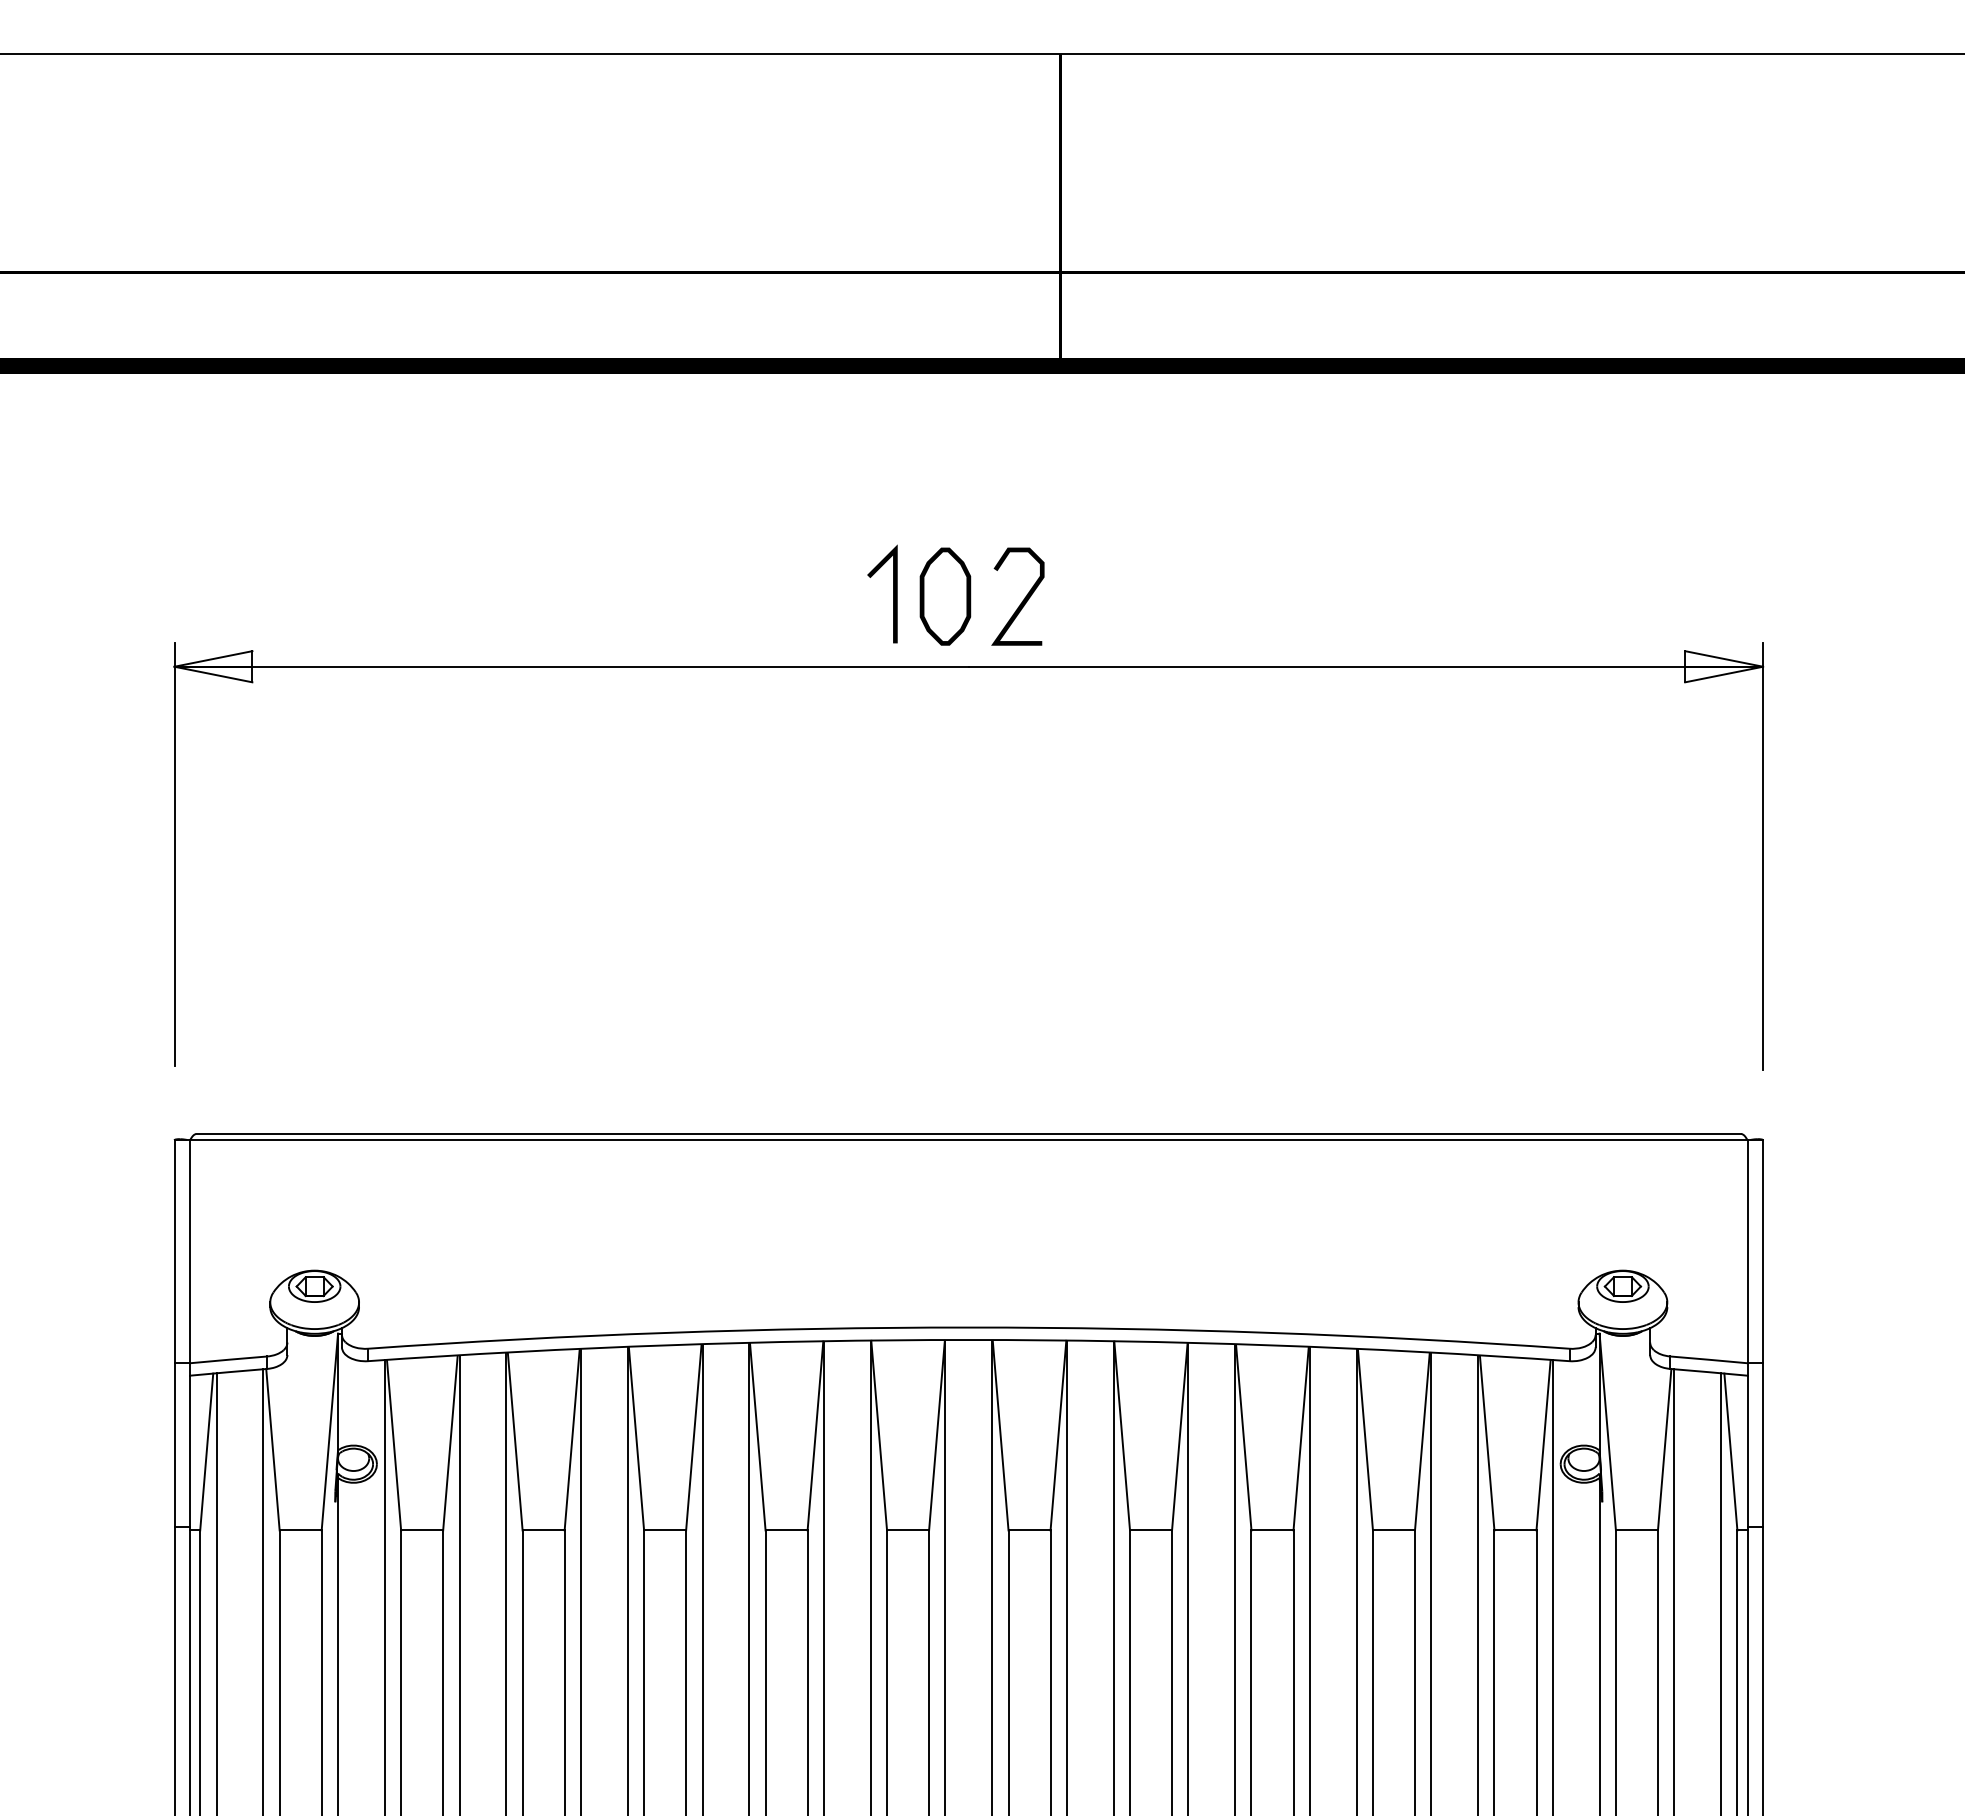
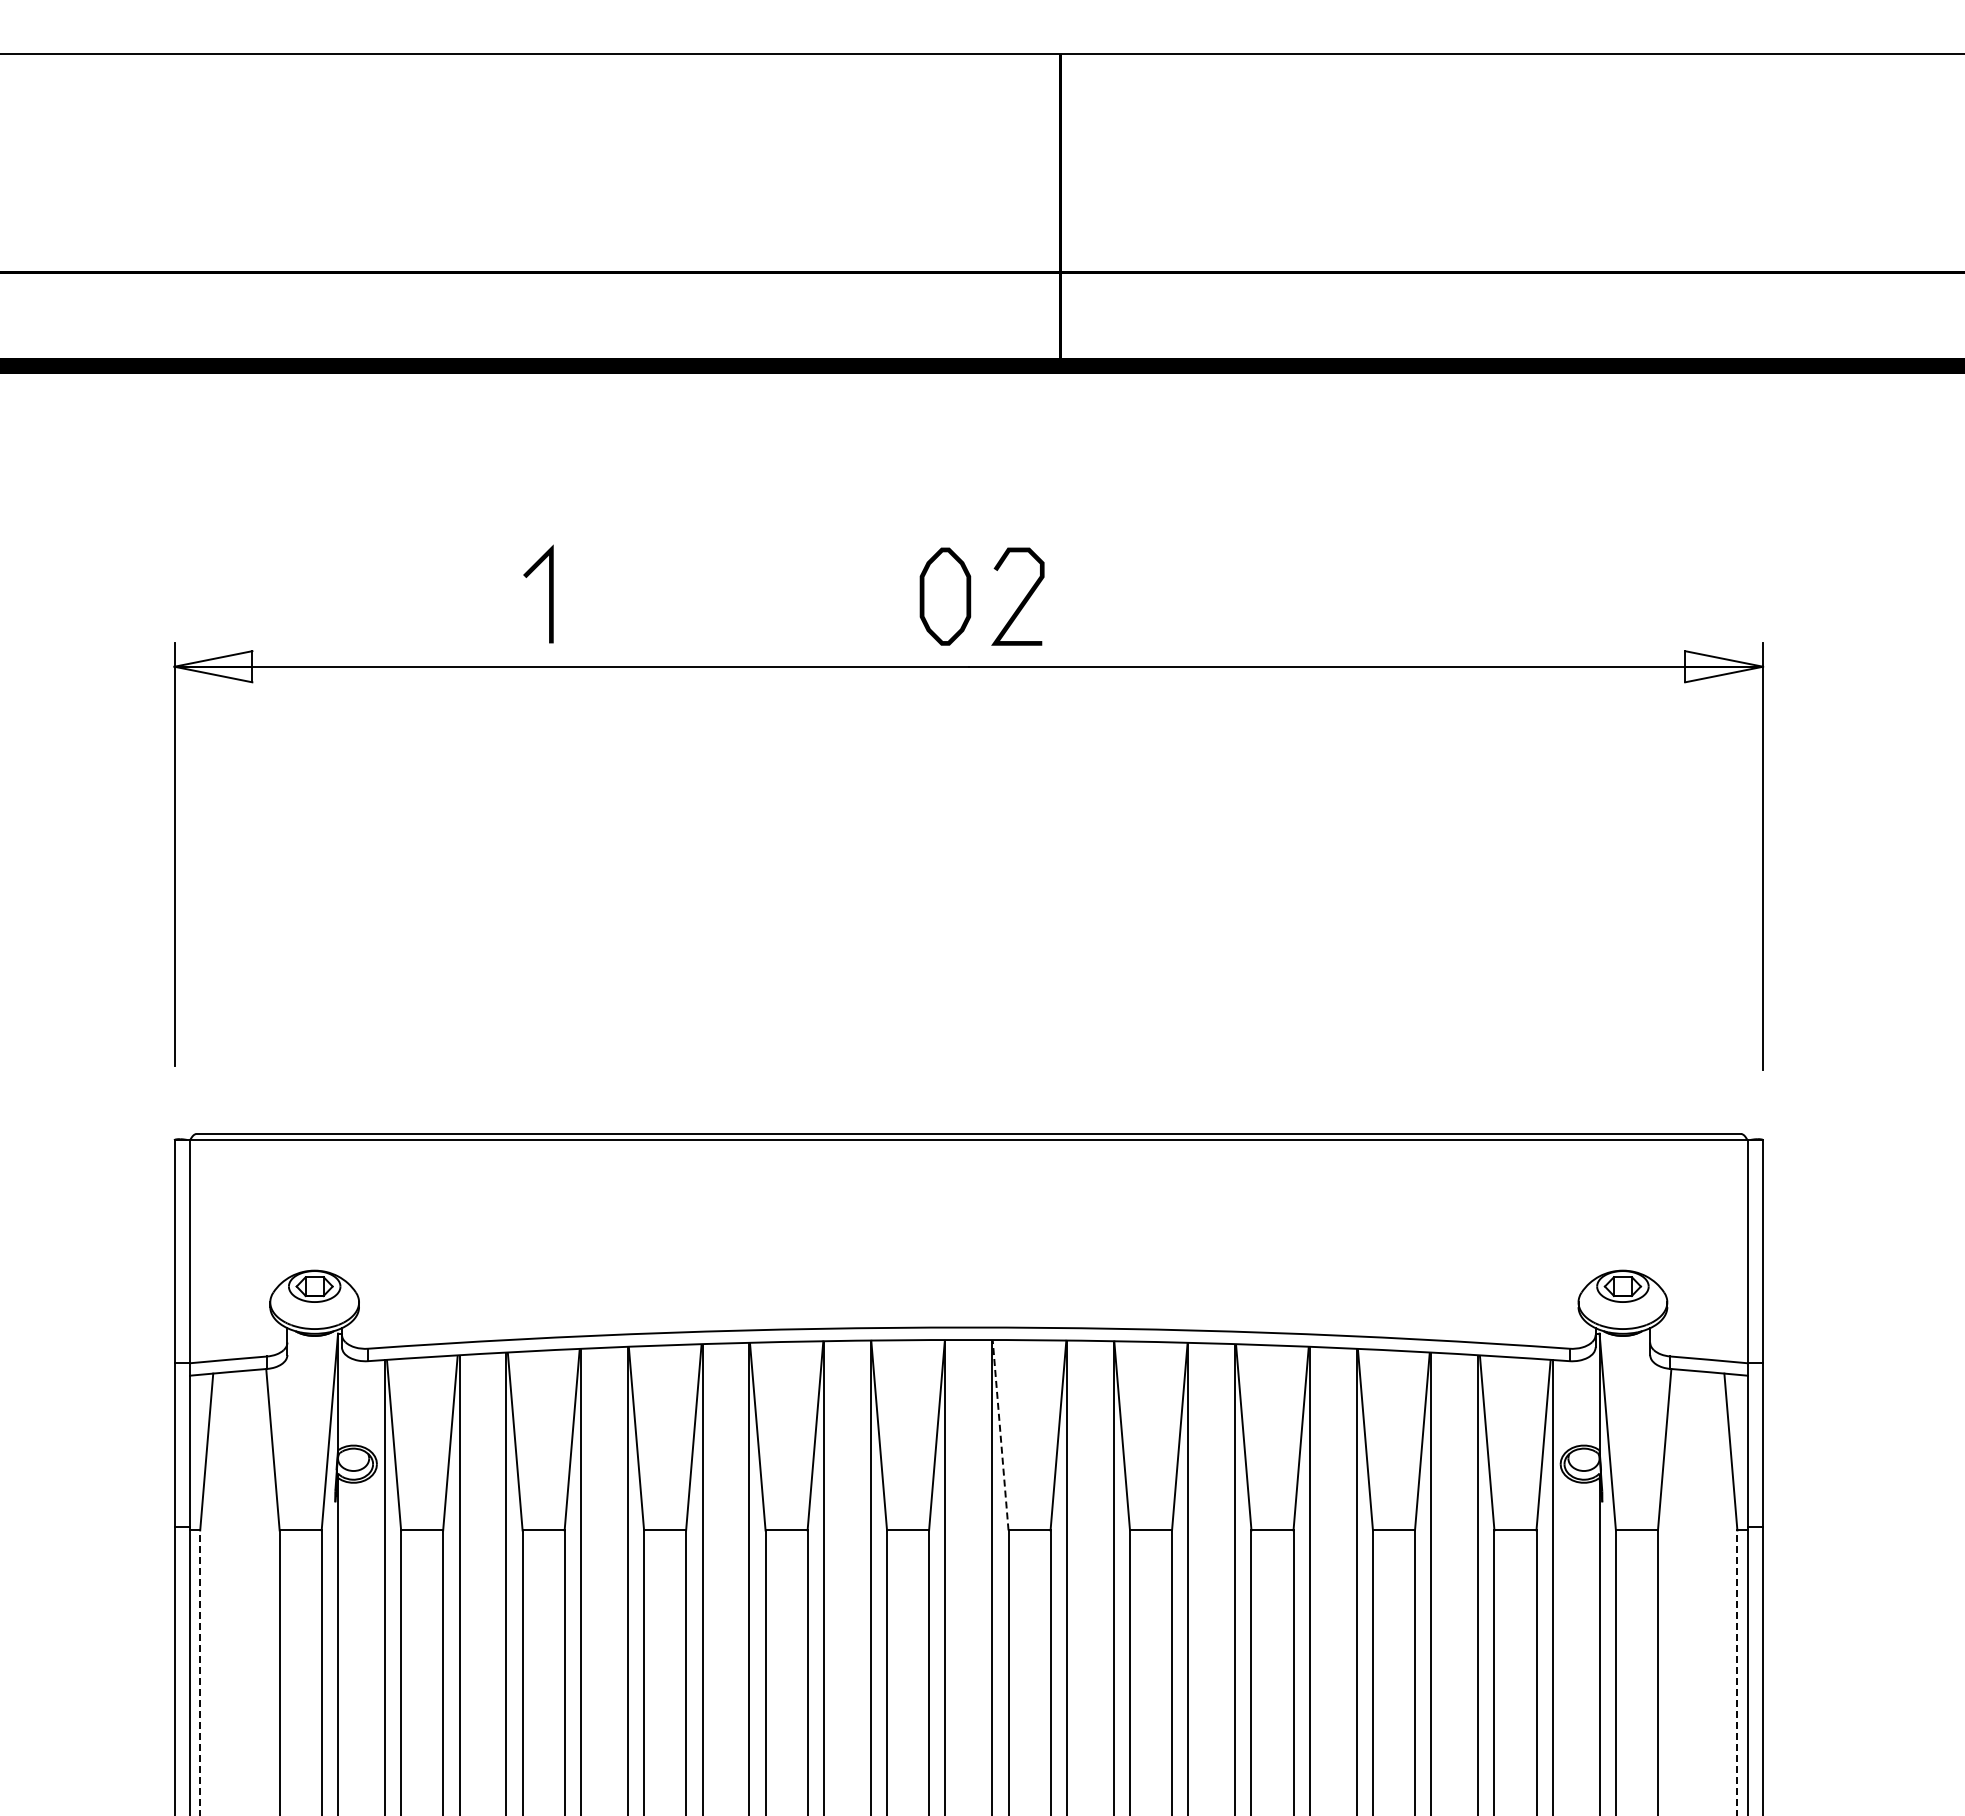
line at (893, 593) position: (893, 593) -> (549, 593)
line at (1000, 1435): solid -> dashed
line at (263, 1590): present -> none
line at (1674, 1590): present -> none
line at (216, 1592): present -> none
line at (1721, 1592): present -> none
line at (200, 1672): solid -> dashed
line at (1737, 1672): solid -> dashed
